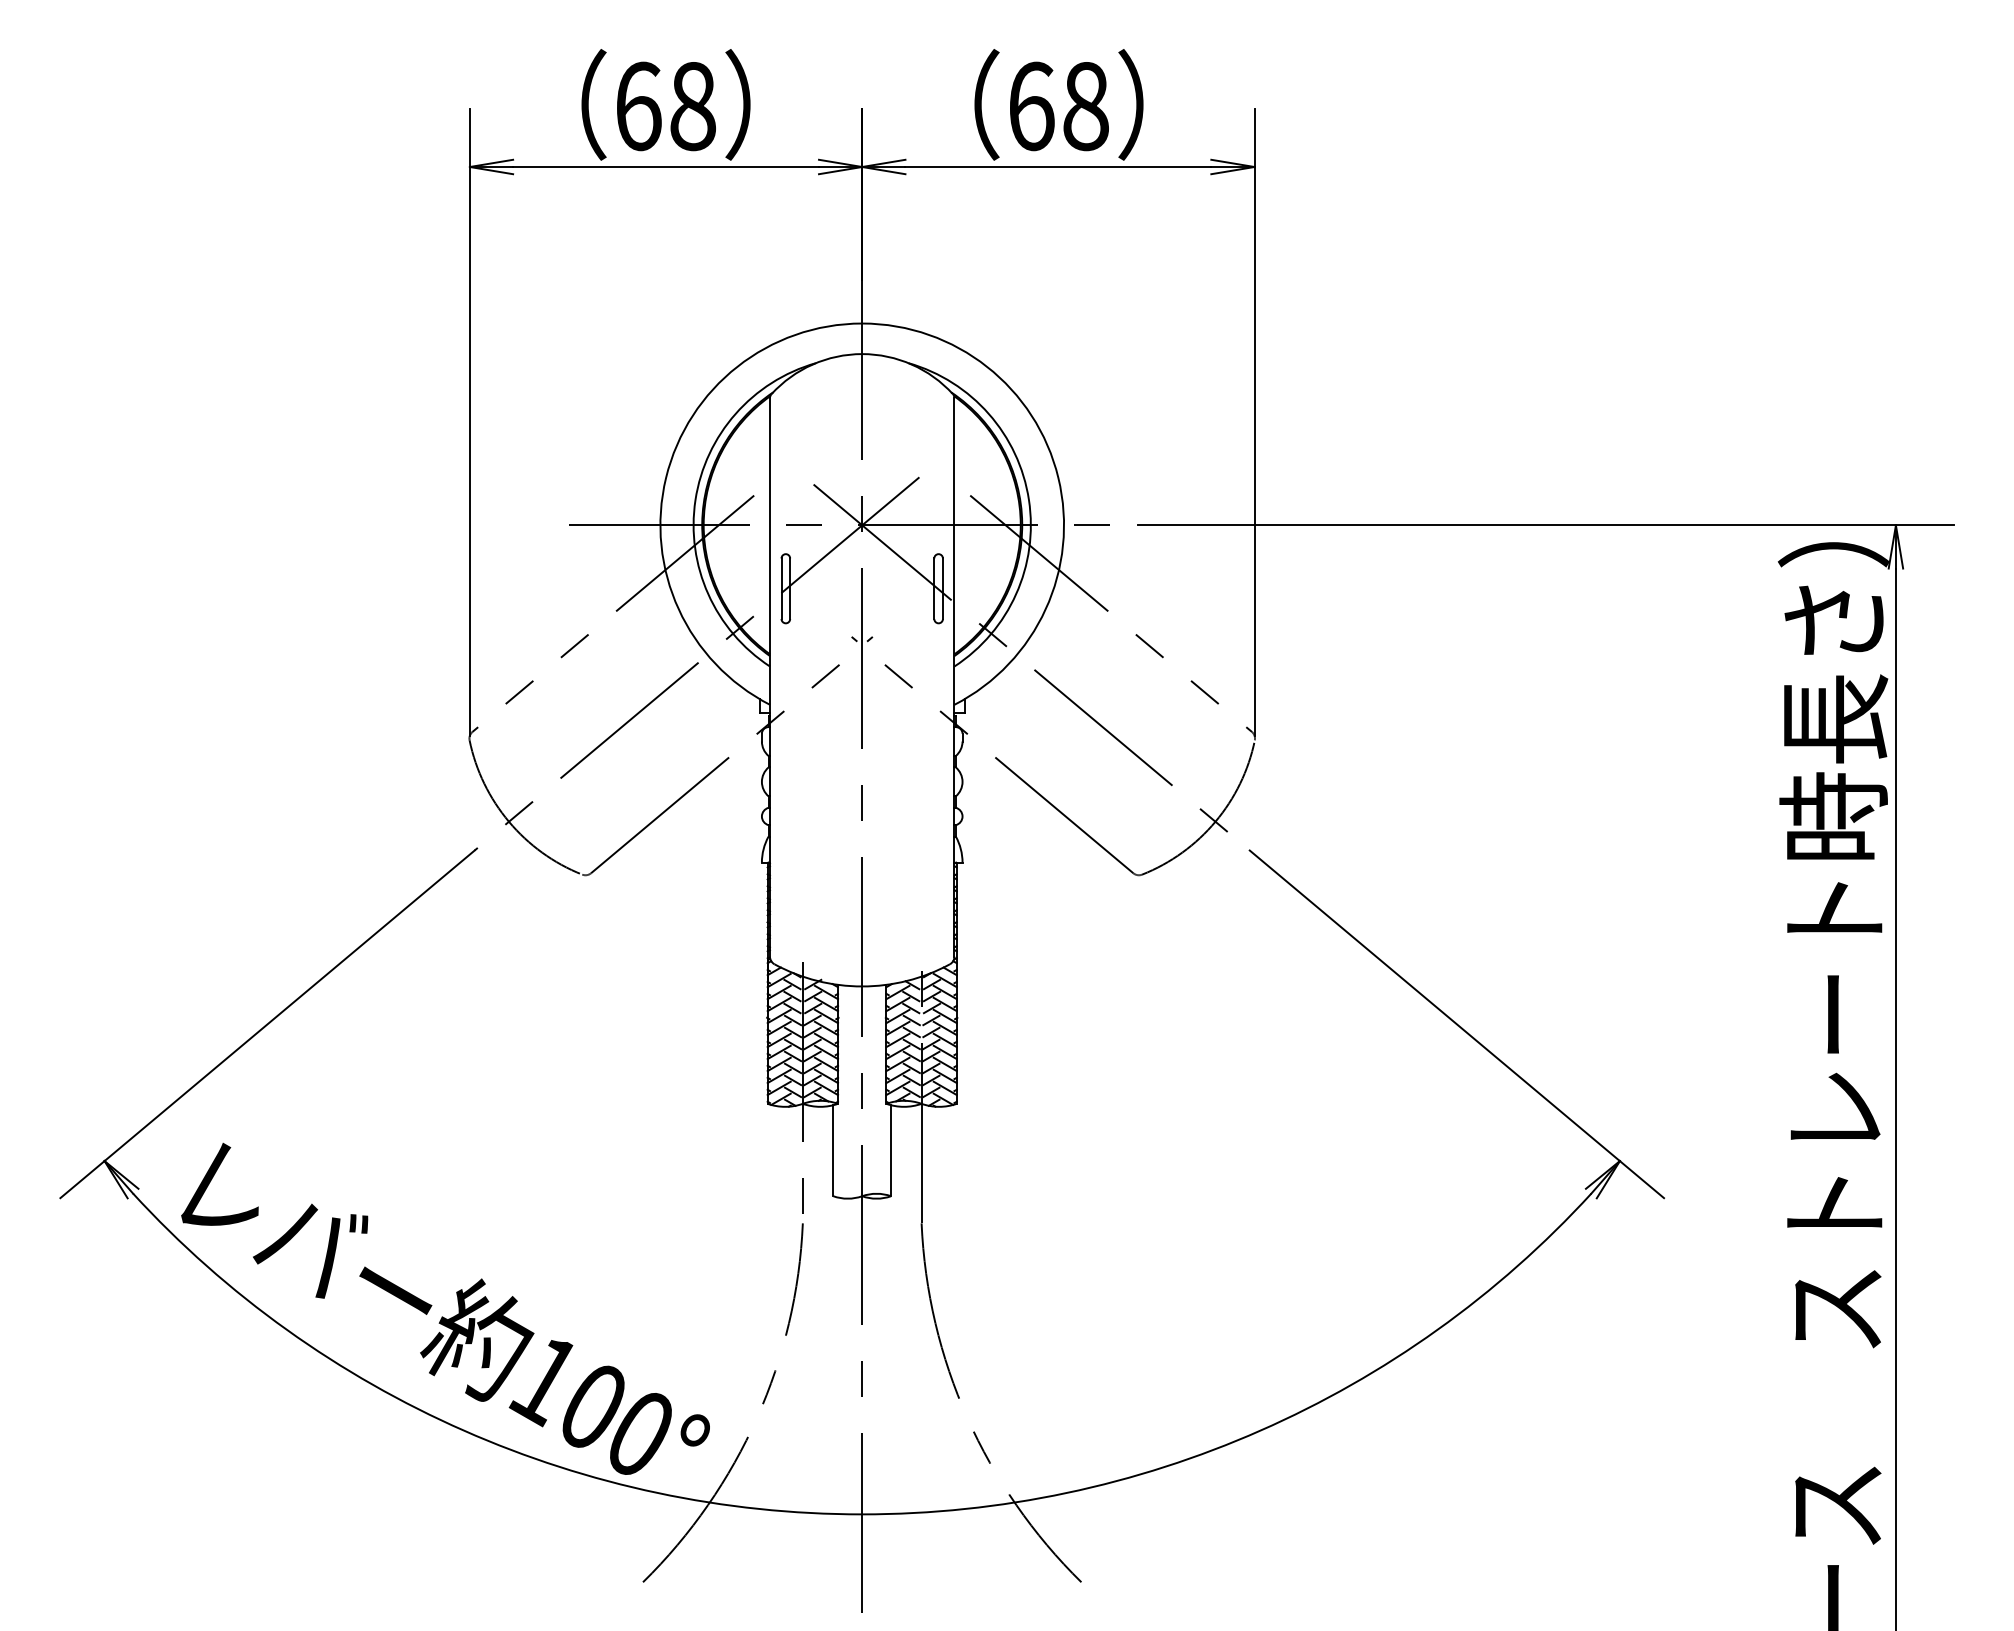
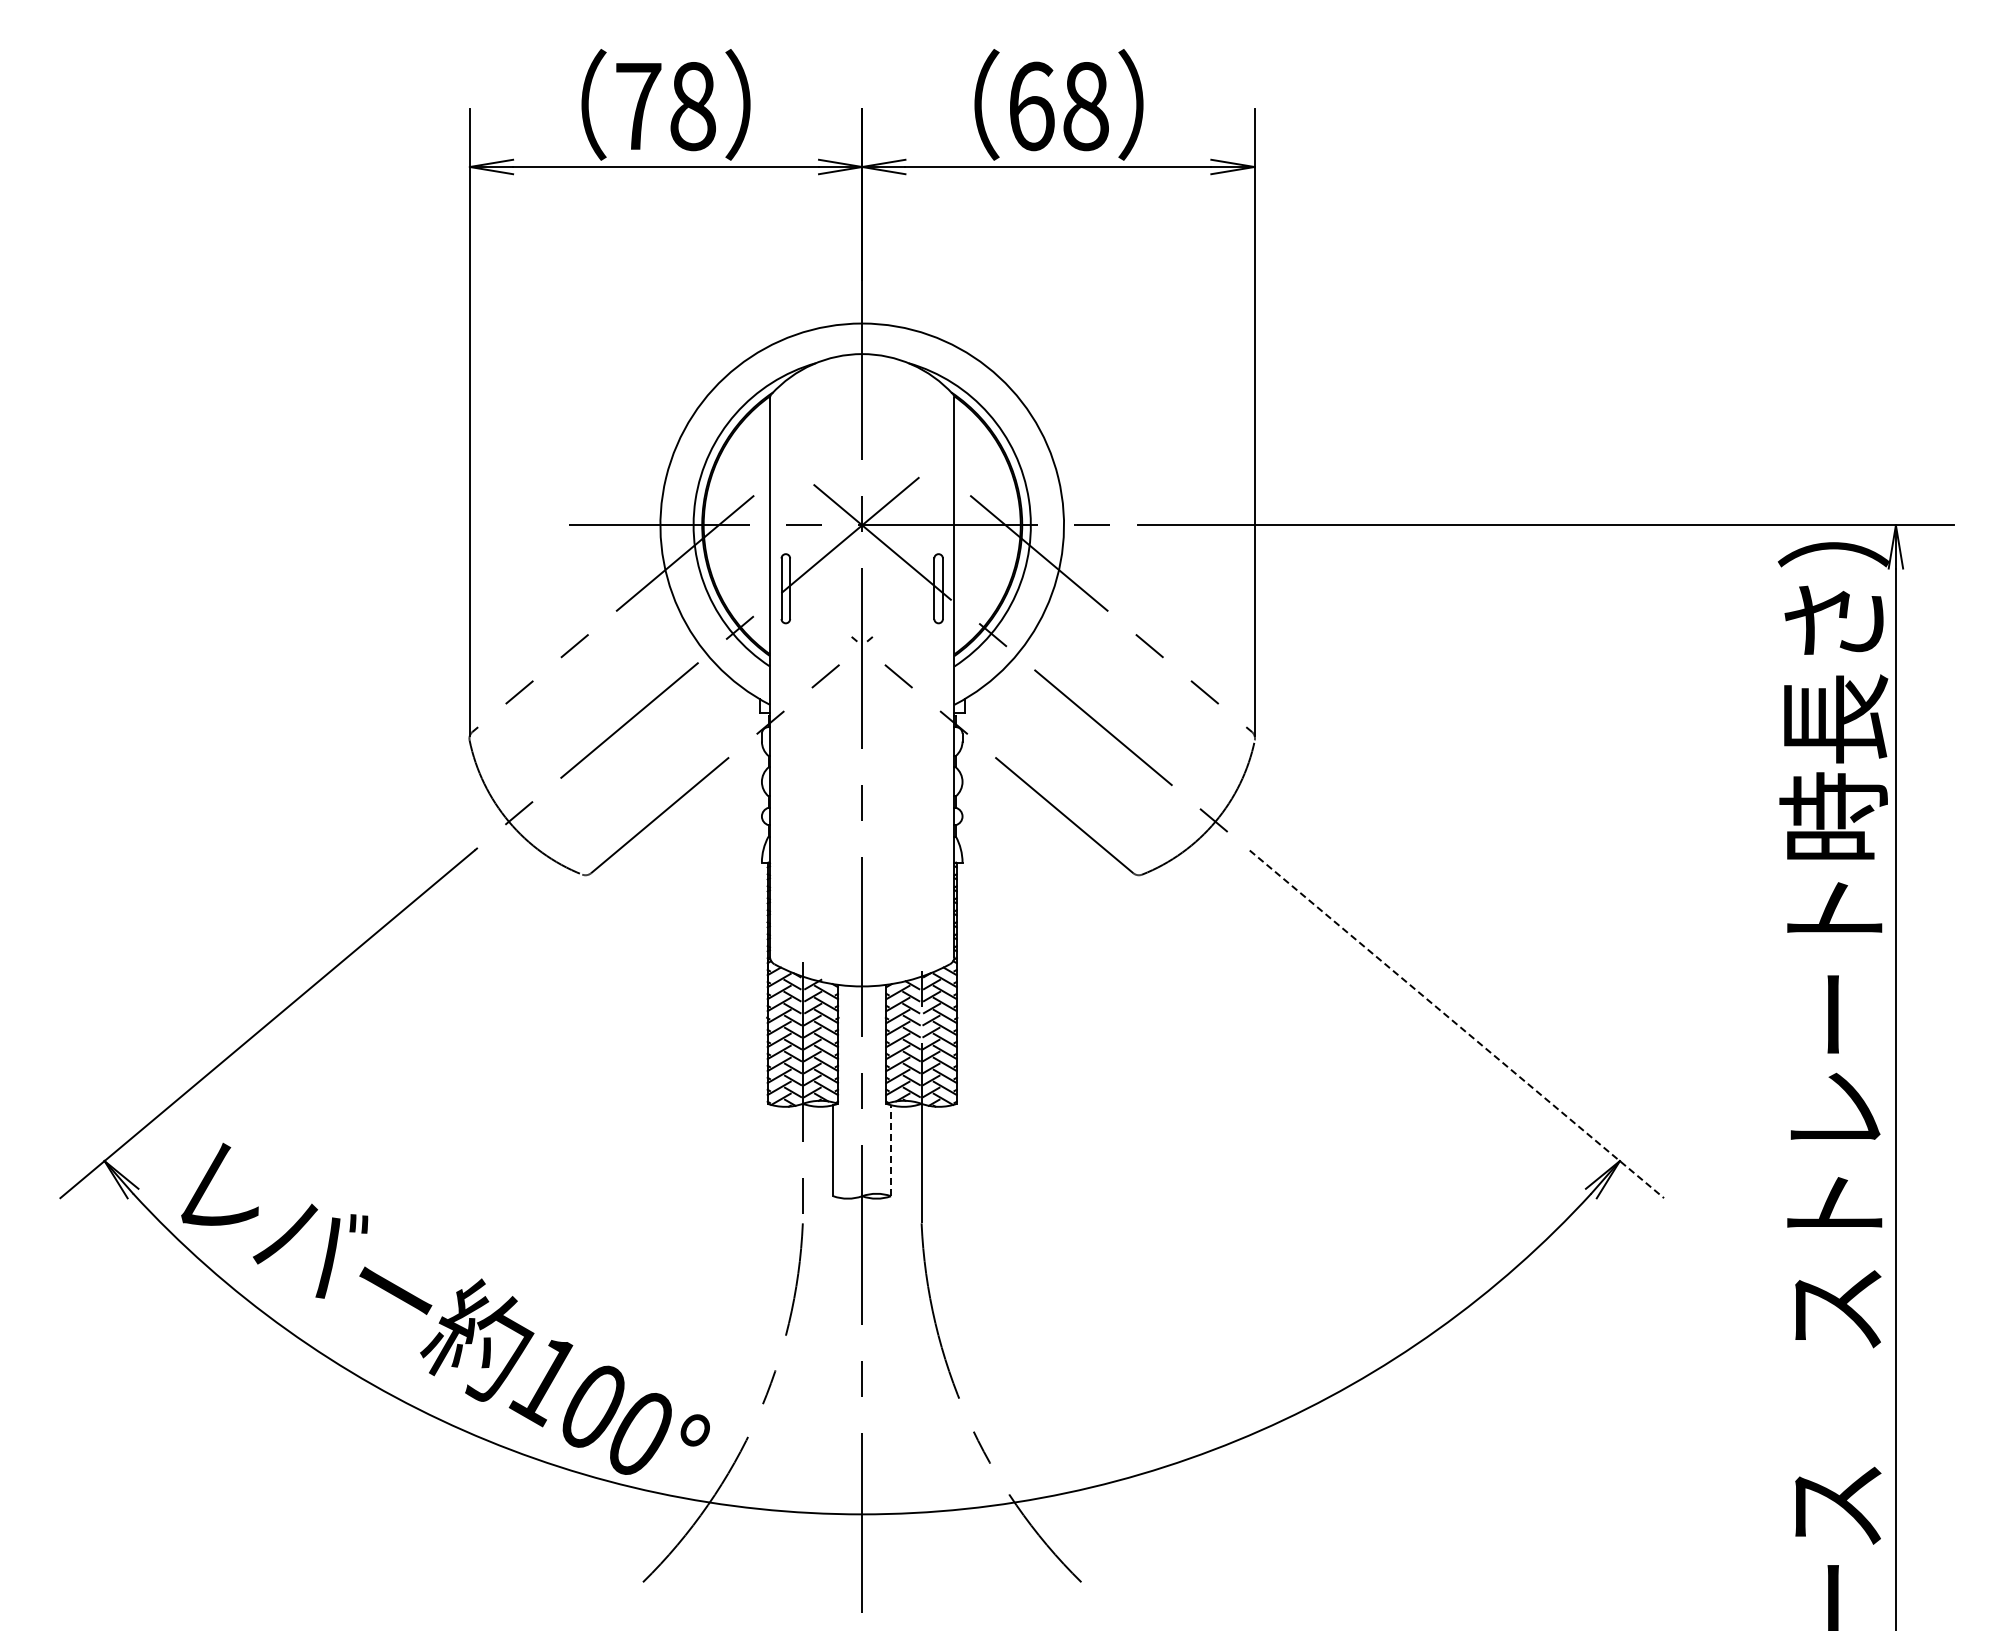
text at (638, 106): 68 -> 78
line at (1457, 1024): solid -> dashed
line at (891, 1150): solid -> dashed
